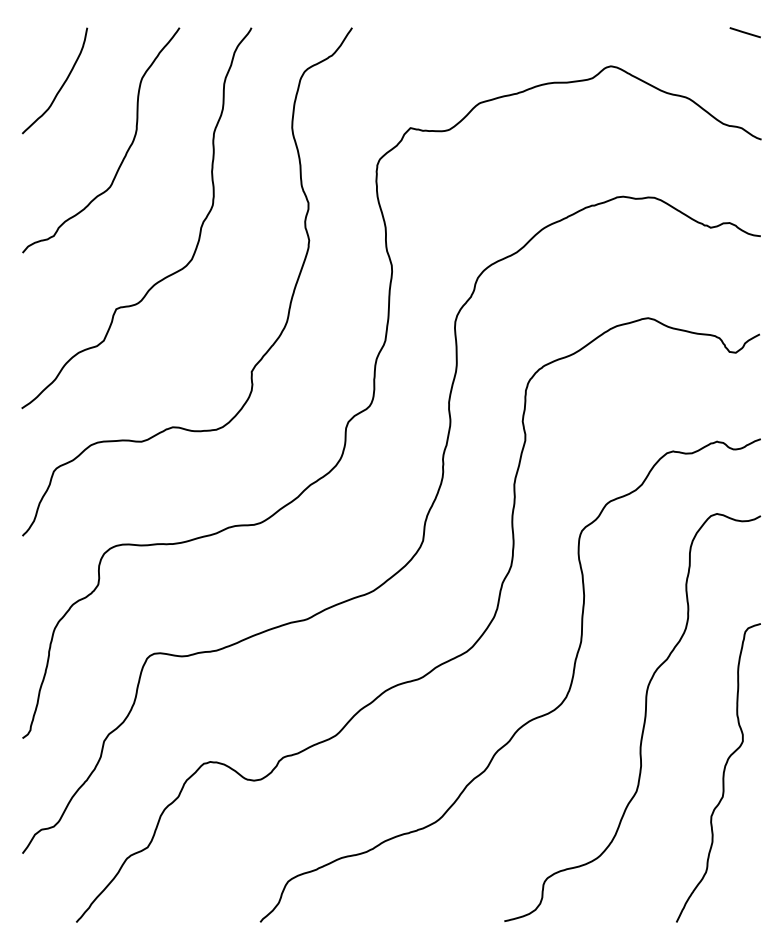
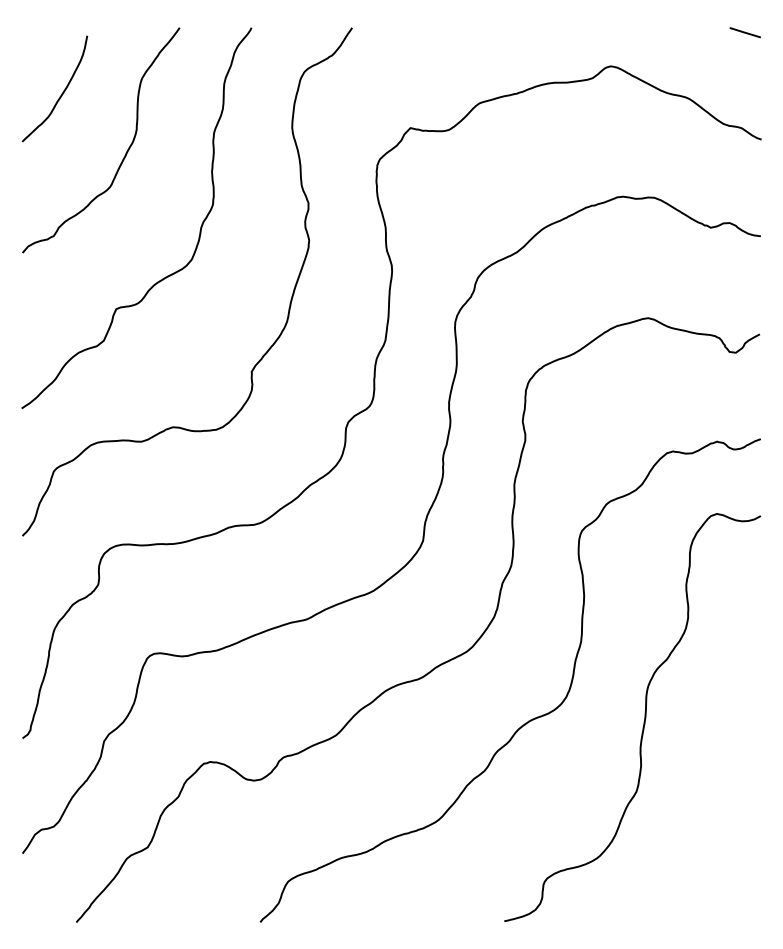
curve at (61, 85) position: (61, 85) -> (61, 93)
curve at (722, 773): present -> none
